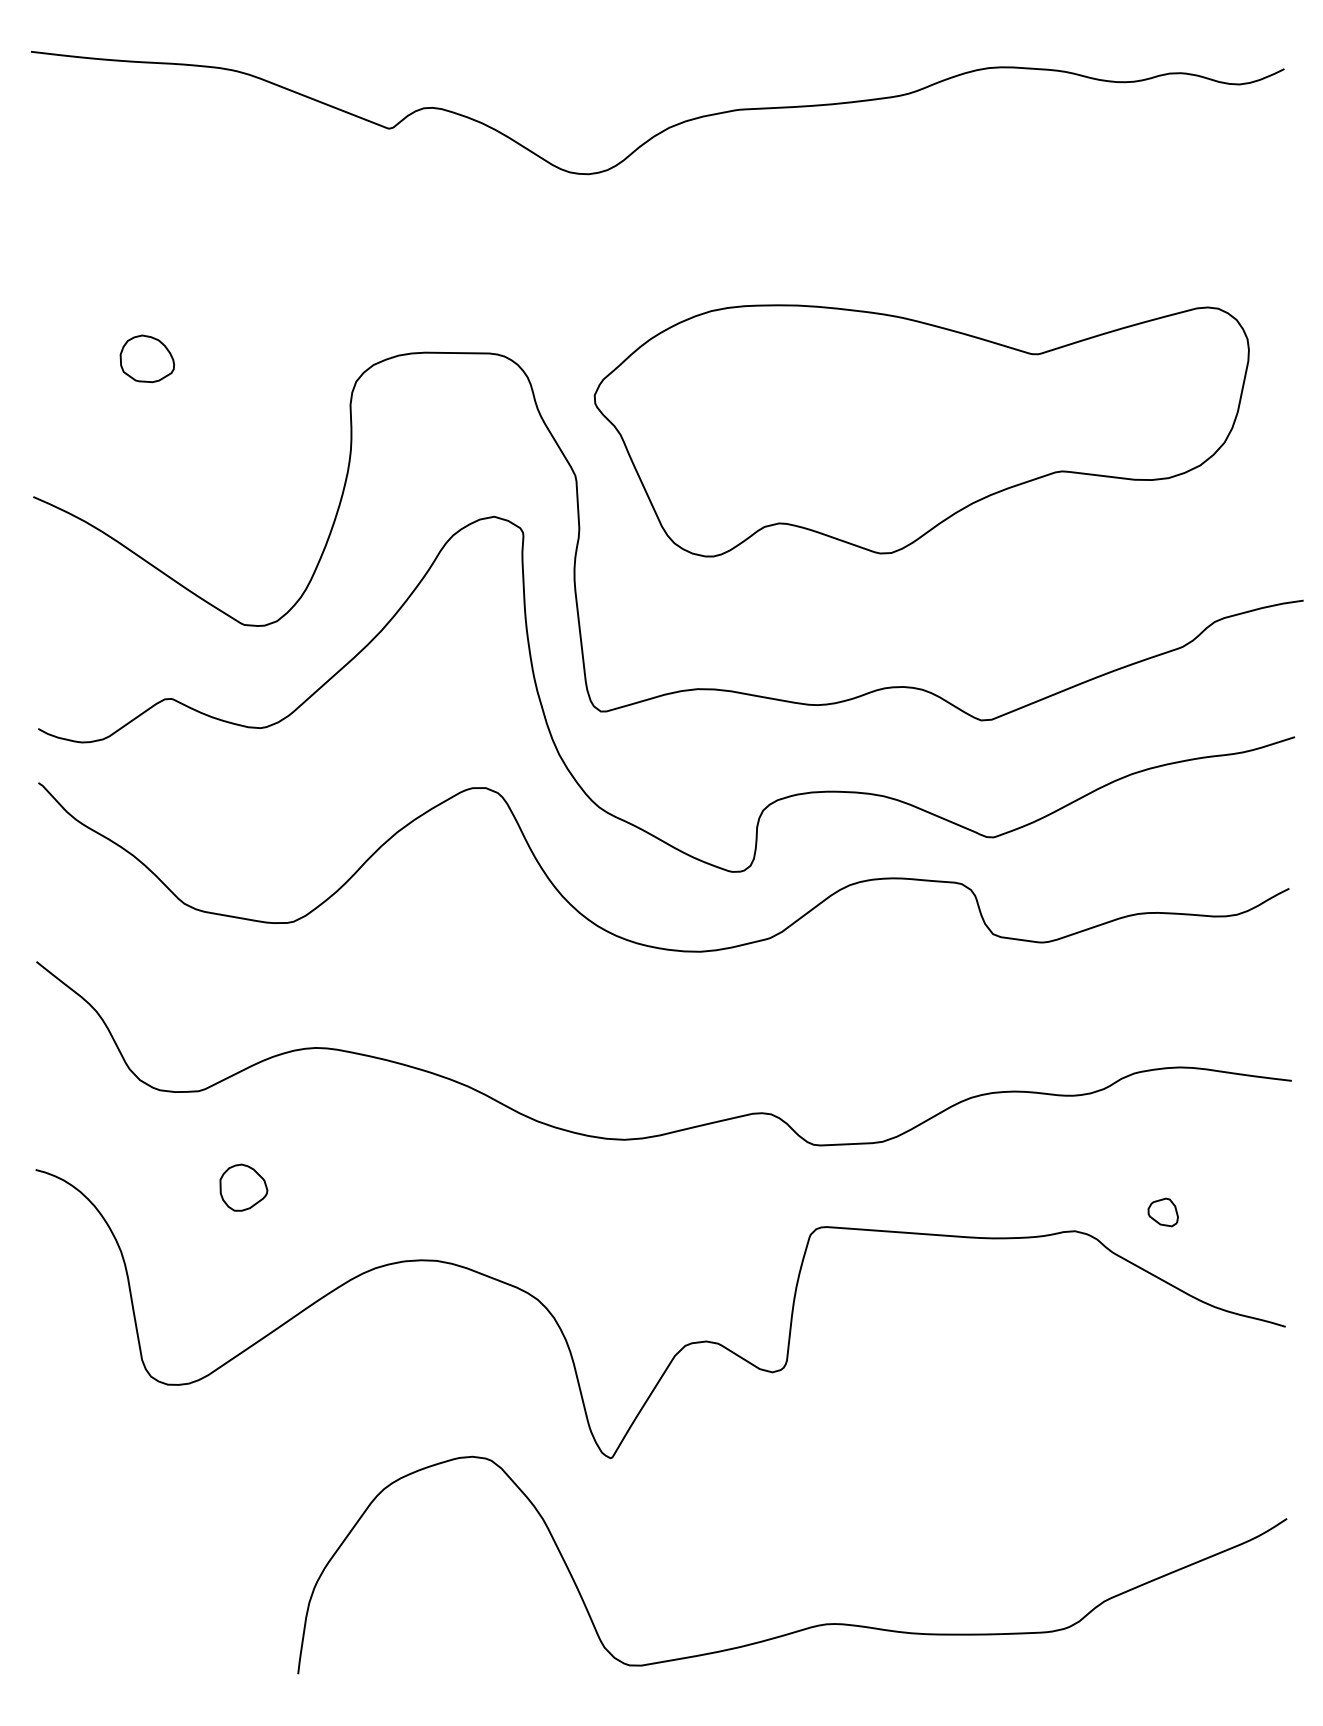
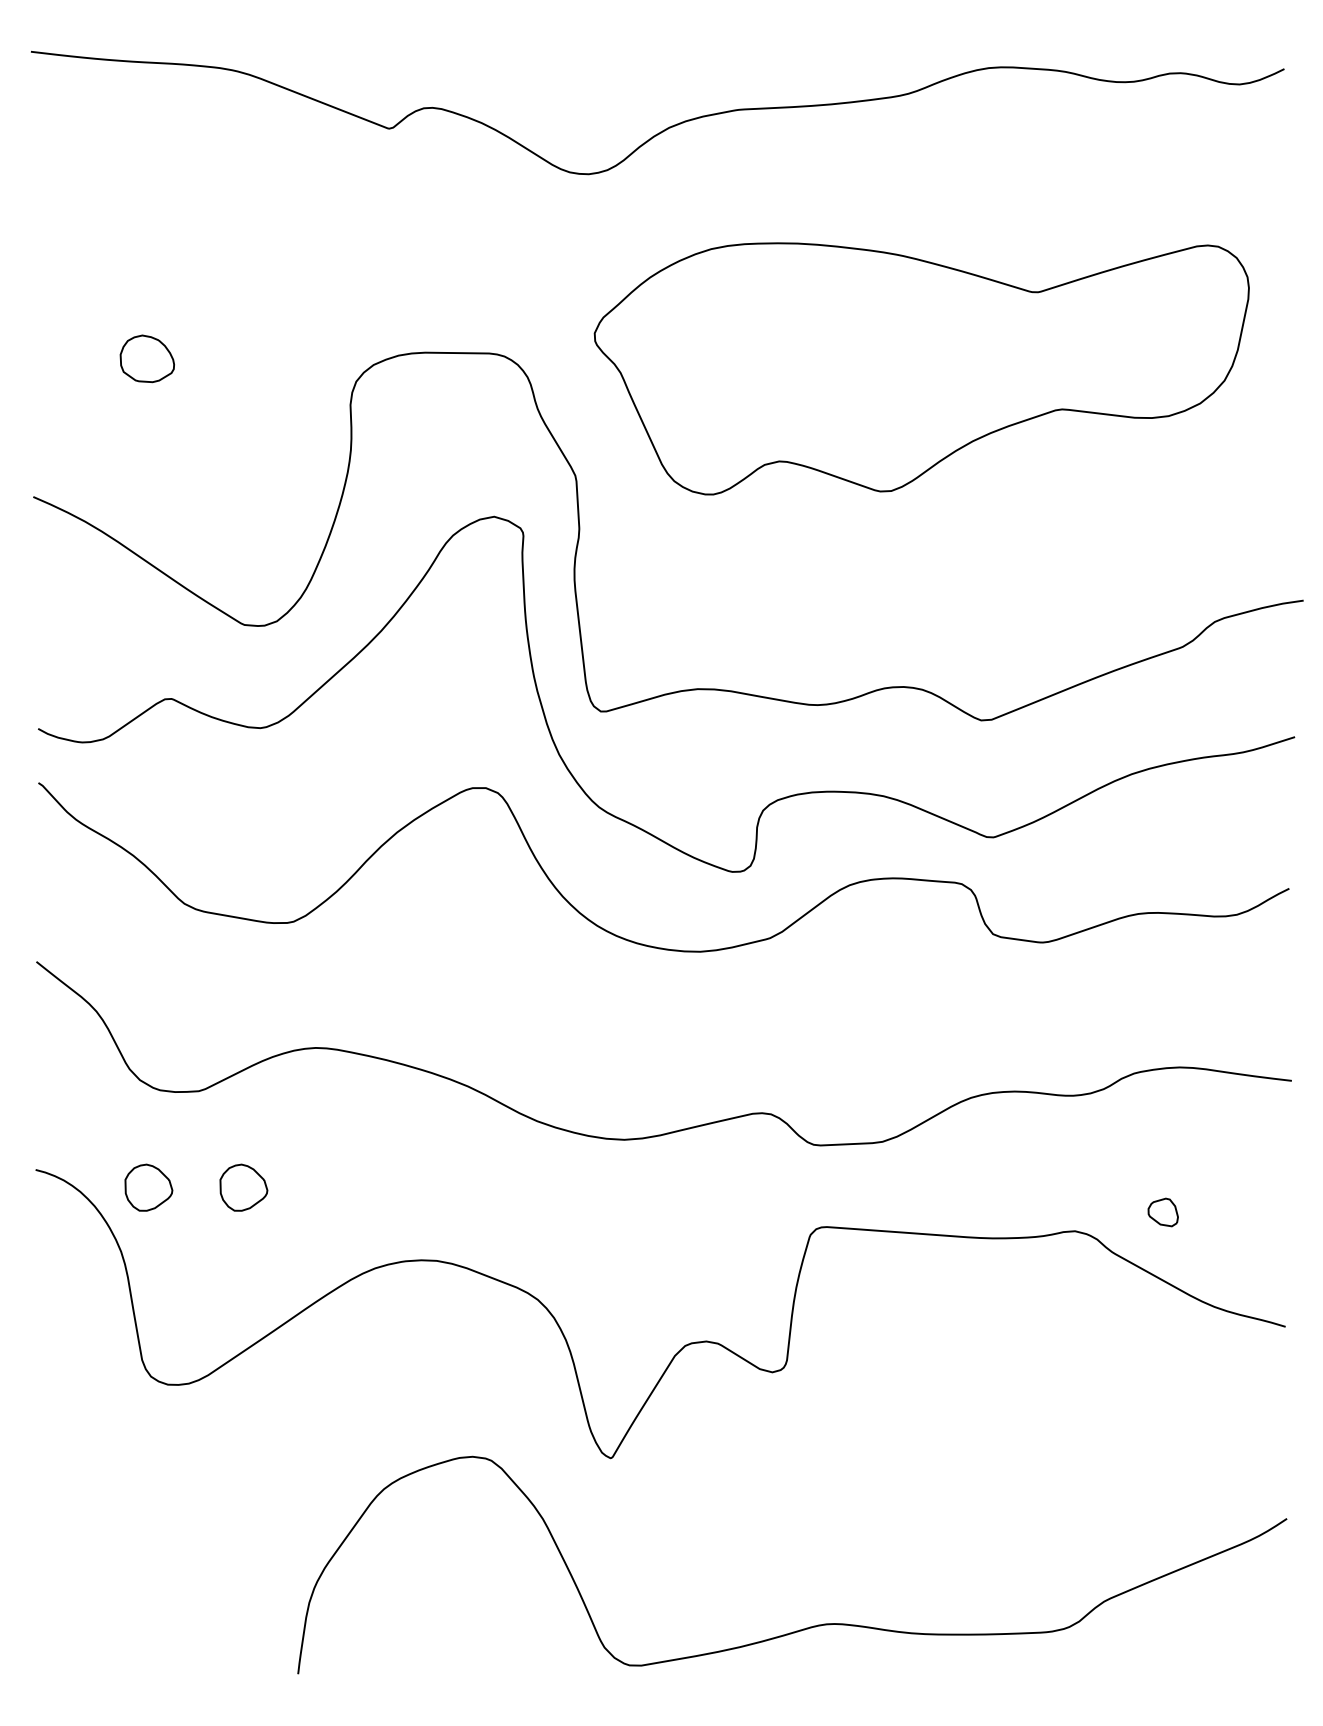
part at (921, 430) position: (921, 430) -> (921, 368)
part at (148, 1187): none -> present
